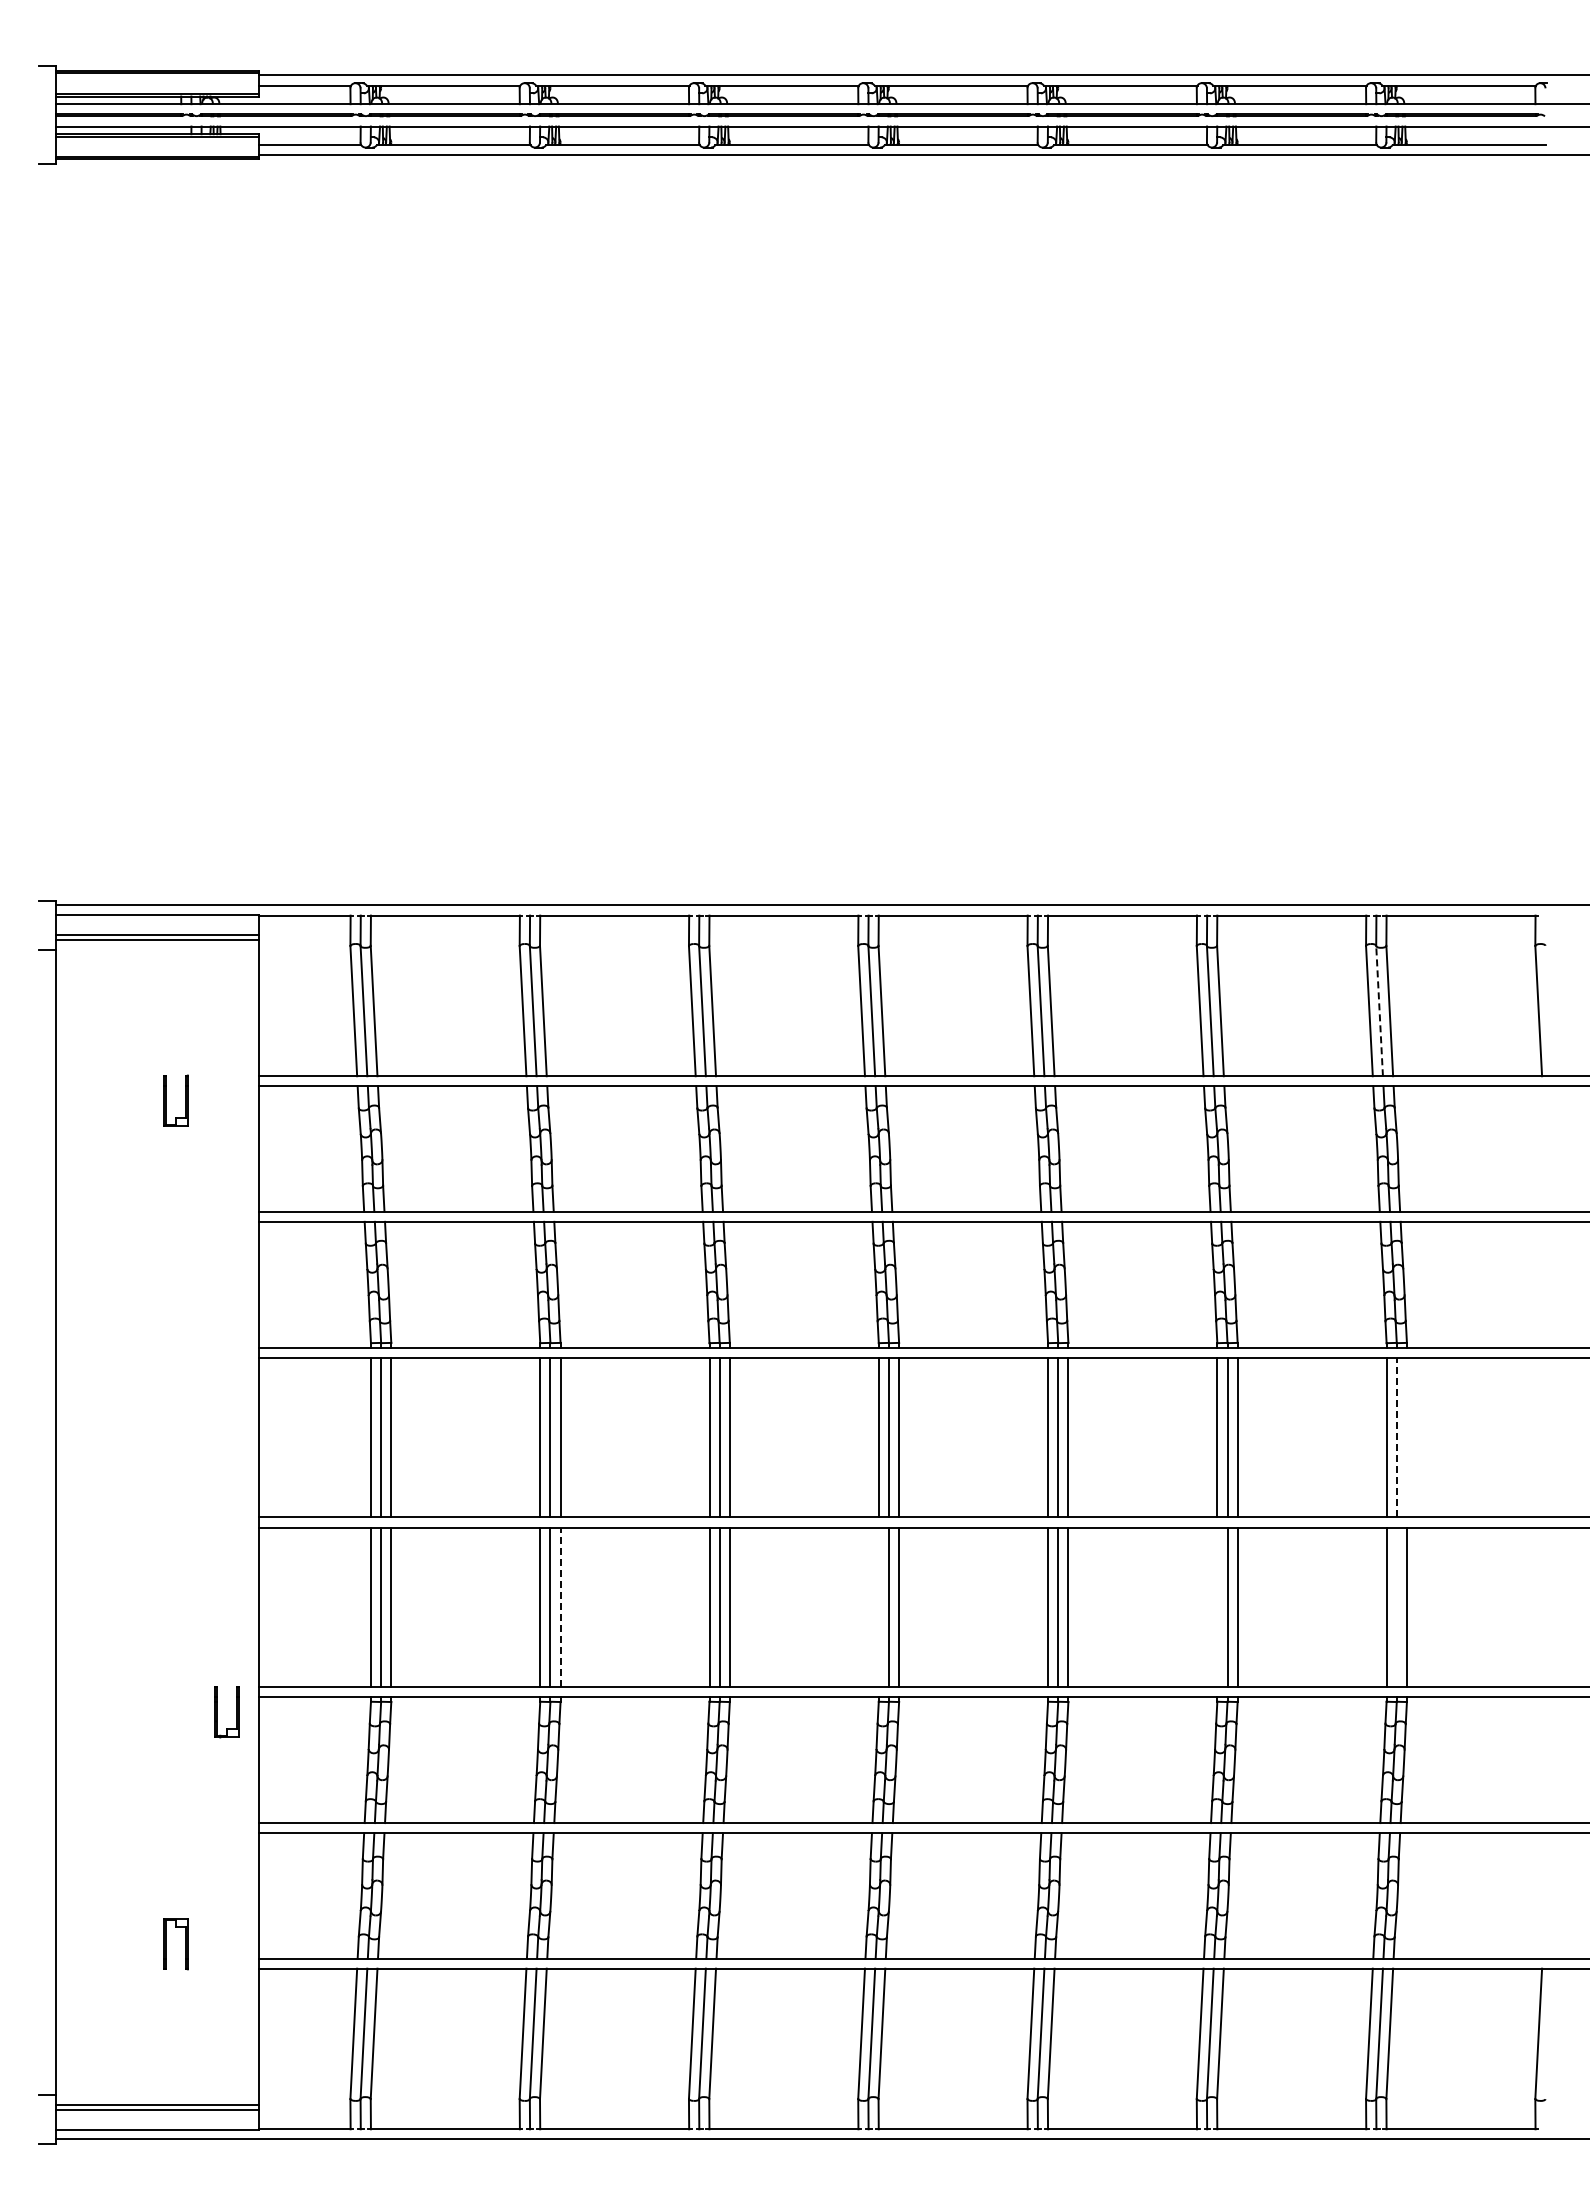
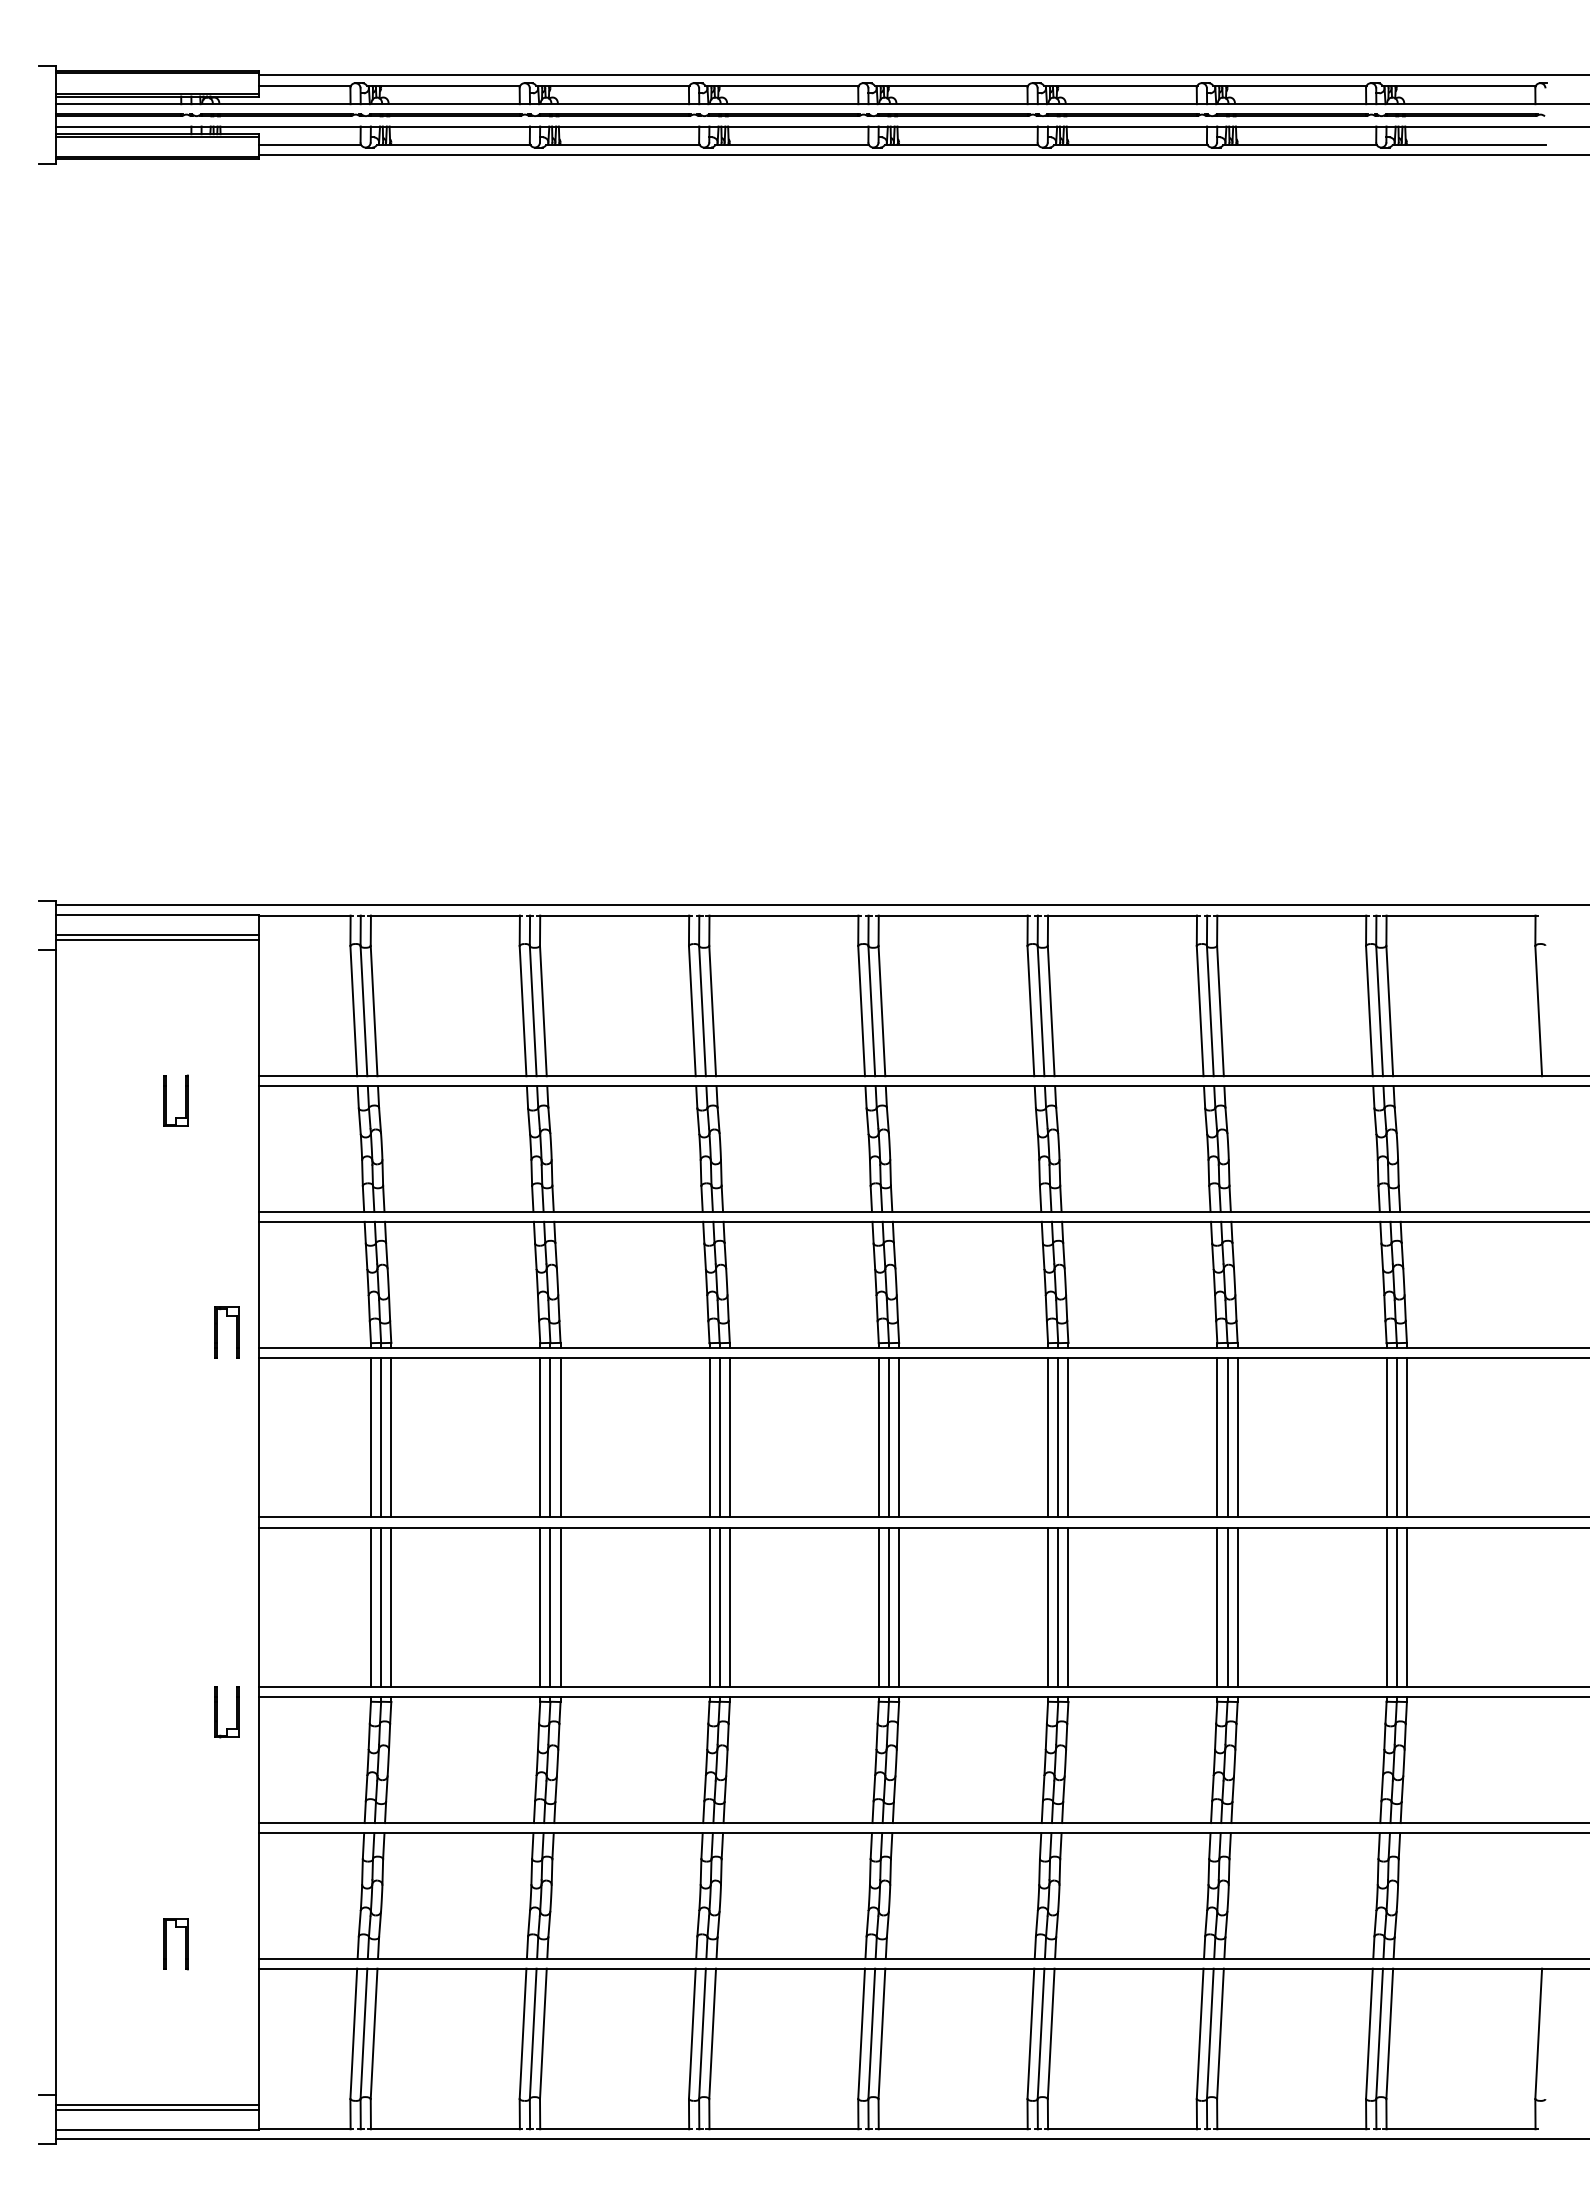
line at (1379, 1010): dashed -> solid
part at (217, 1332): none -> present
line at (1396, 1437): dashed -> solid
line at (1406, 1437): none -> present
line at (878, 1606): none -> present
line at (1217, 1606): none -> present
line at (1396, 1606): none -> present
line at (560, 1607): dashed -> solid
